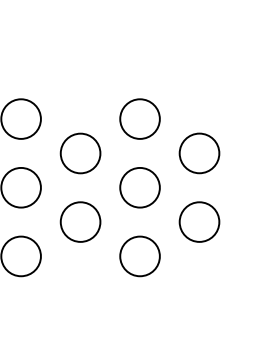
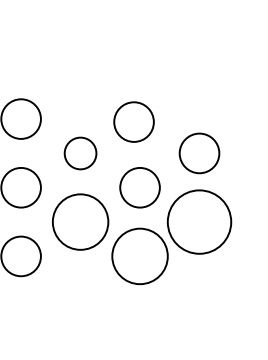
circle at (139, 118) position: (139, 118) -> (133, 121)
circle at (80, 153) size: 43x43 px -> 35x35 px
circle at (80, 221) diameter: 40 px -> 55 px
circle at (199, 221) diameter: 40 px -> 63 px
circle at (139, 256) diameter: 40 px -> 55 px
